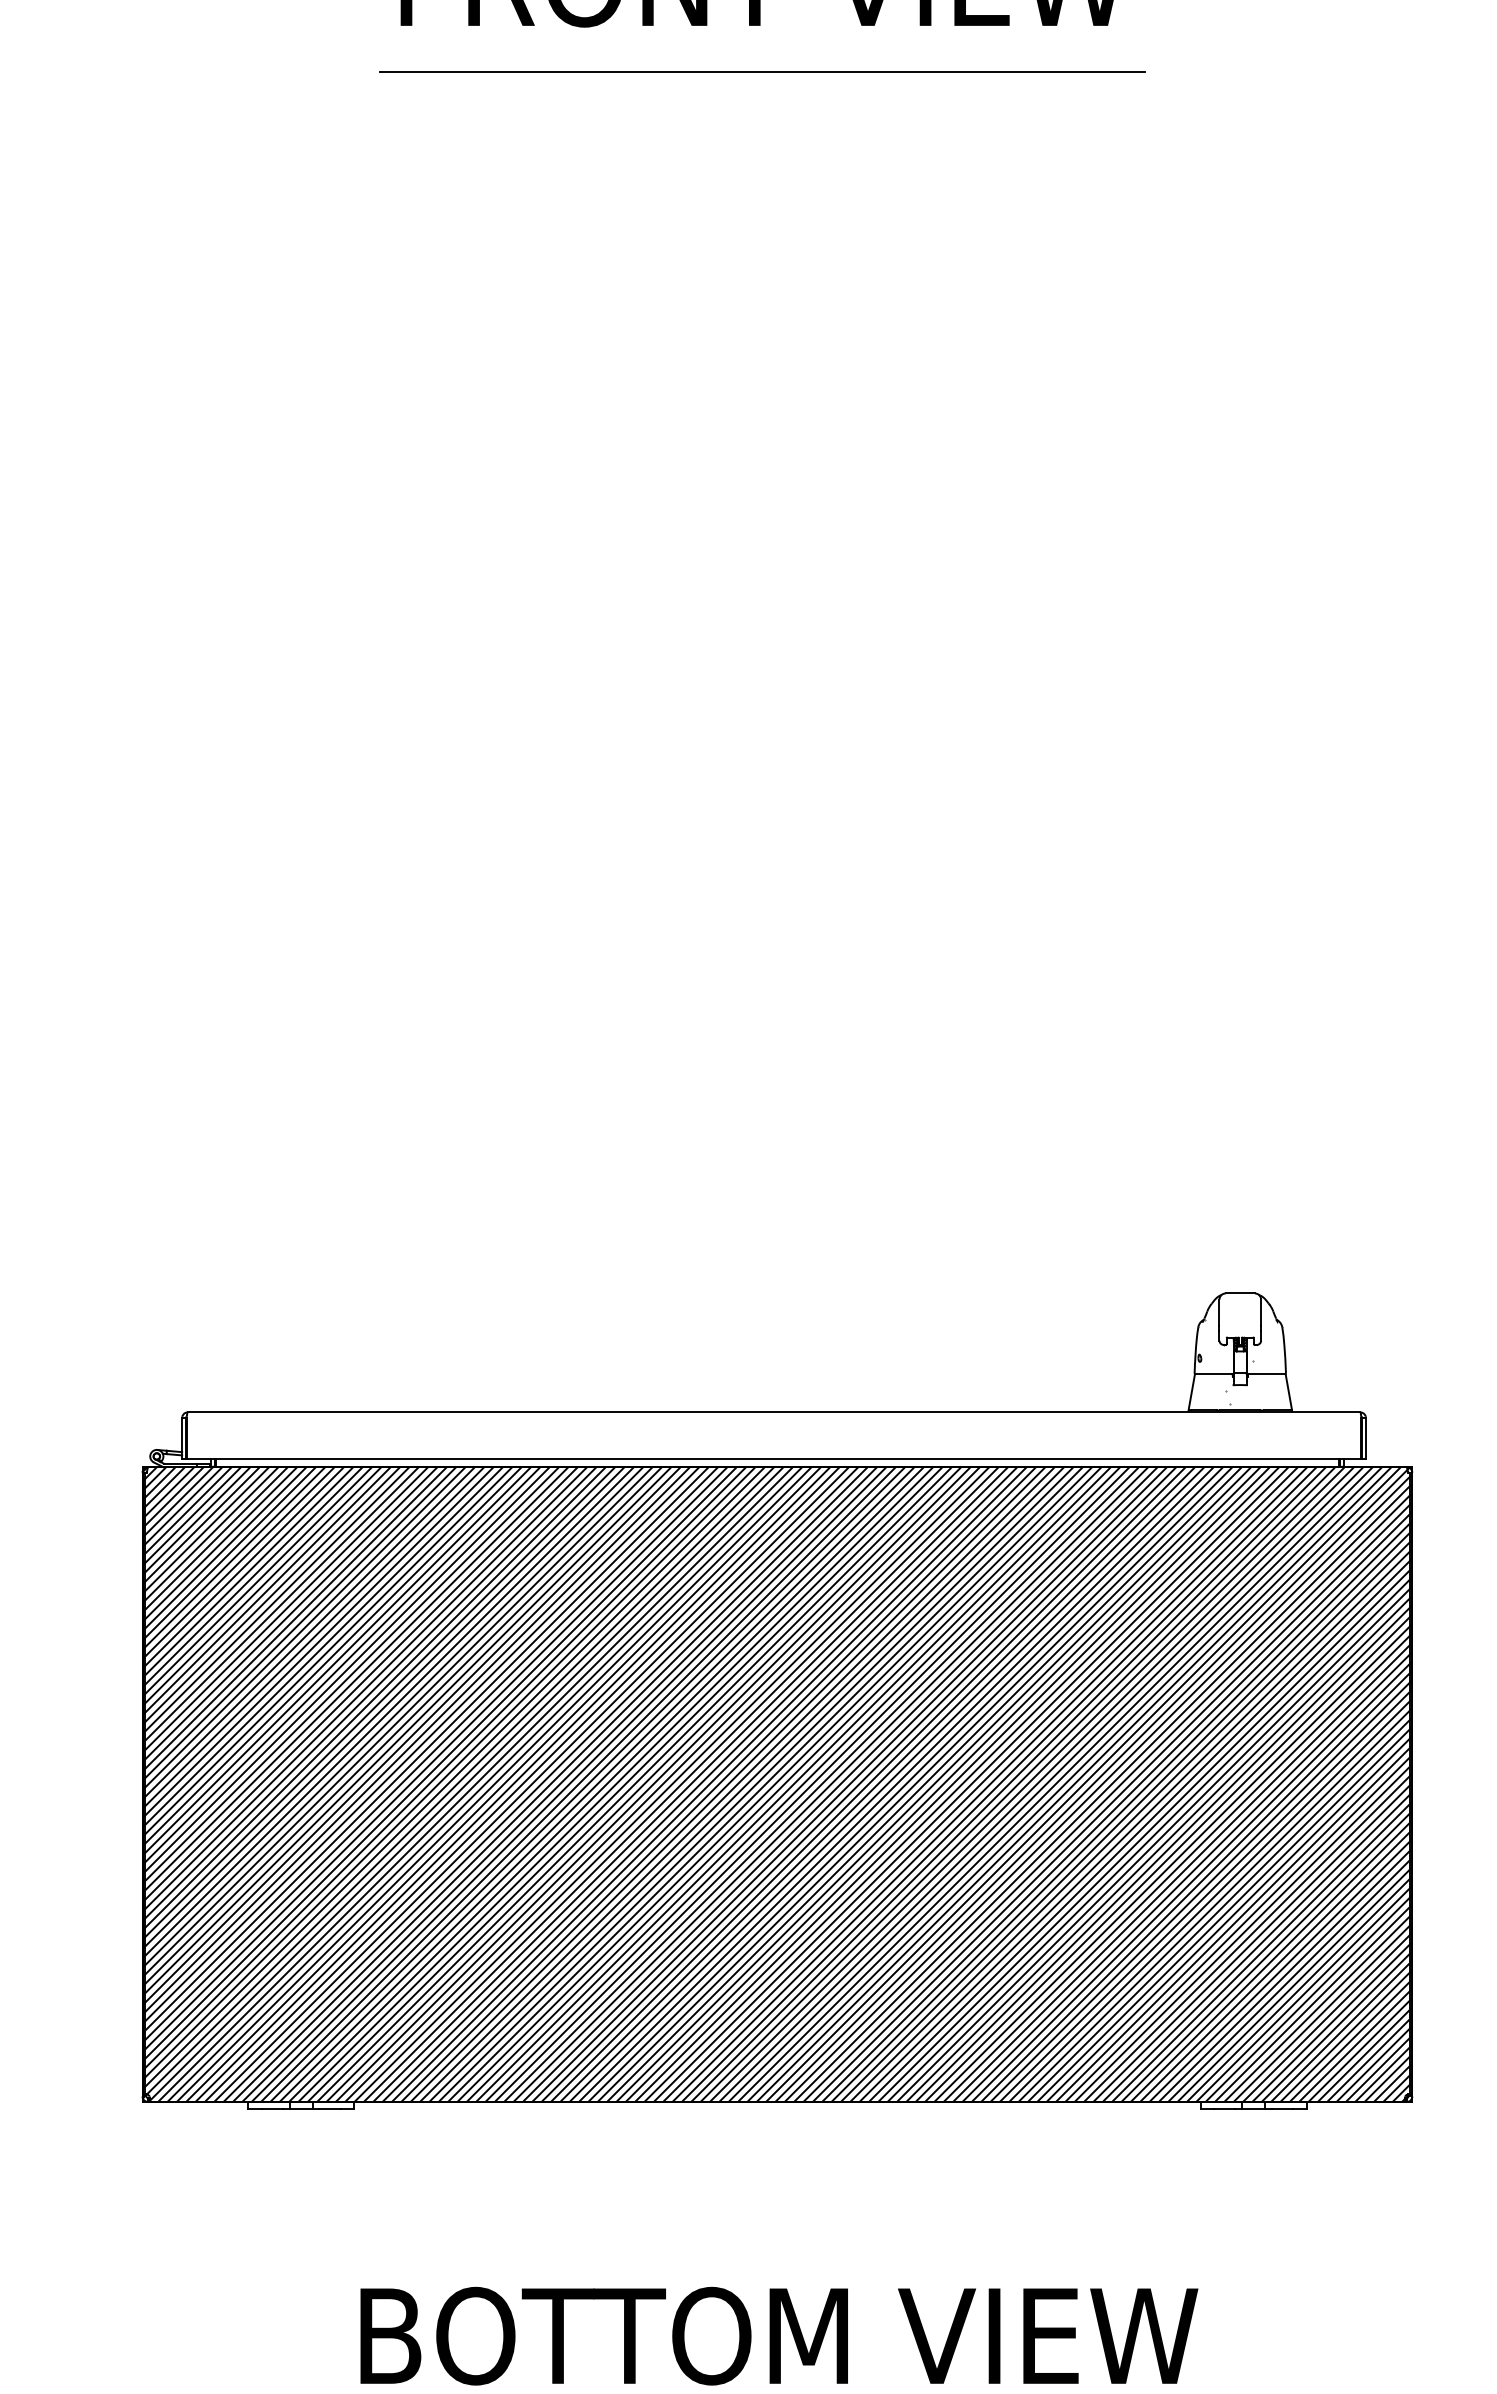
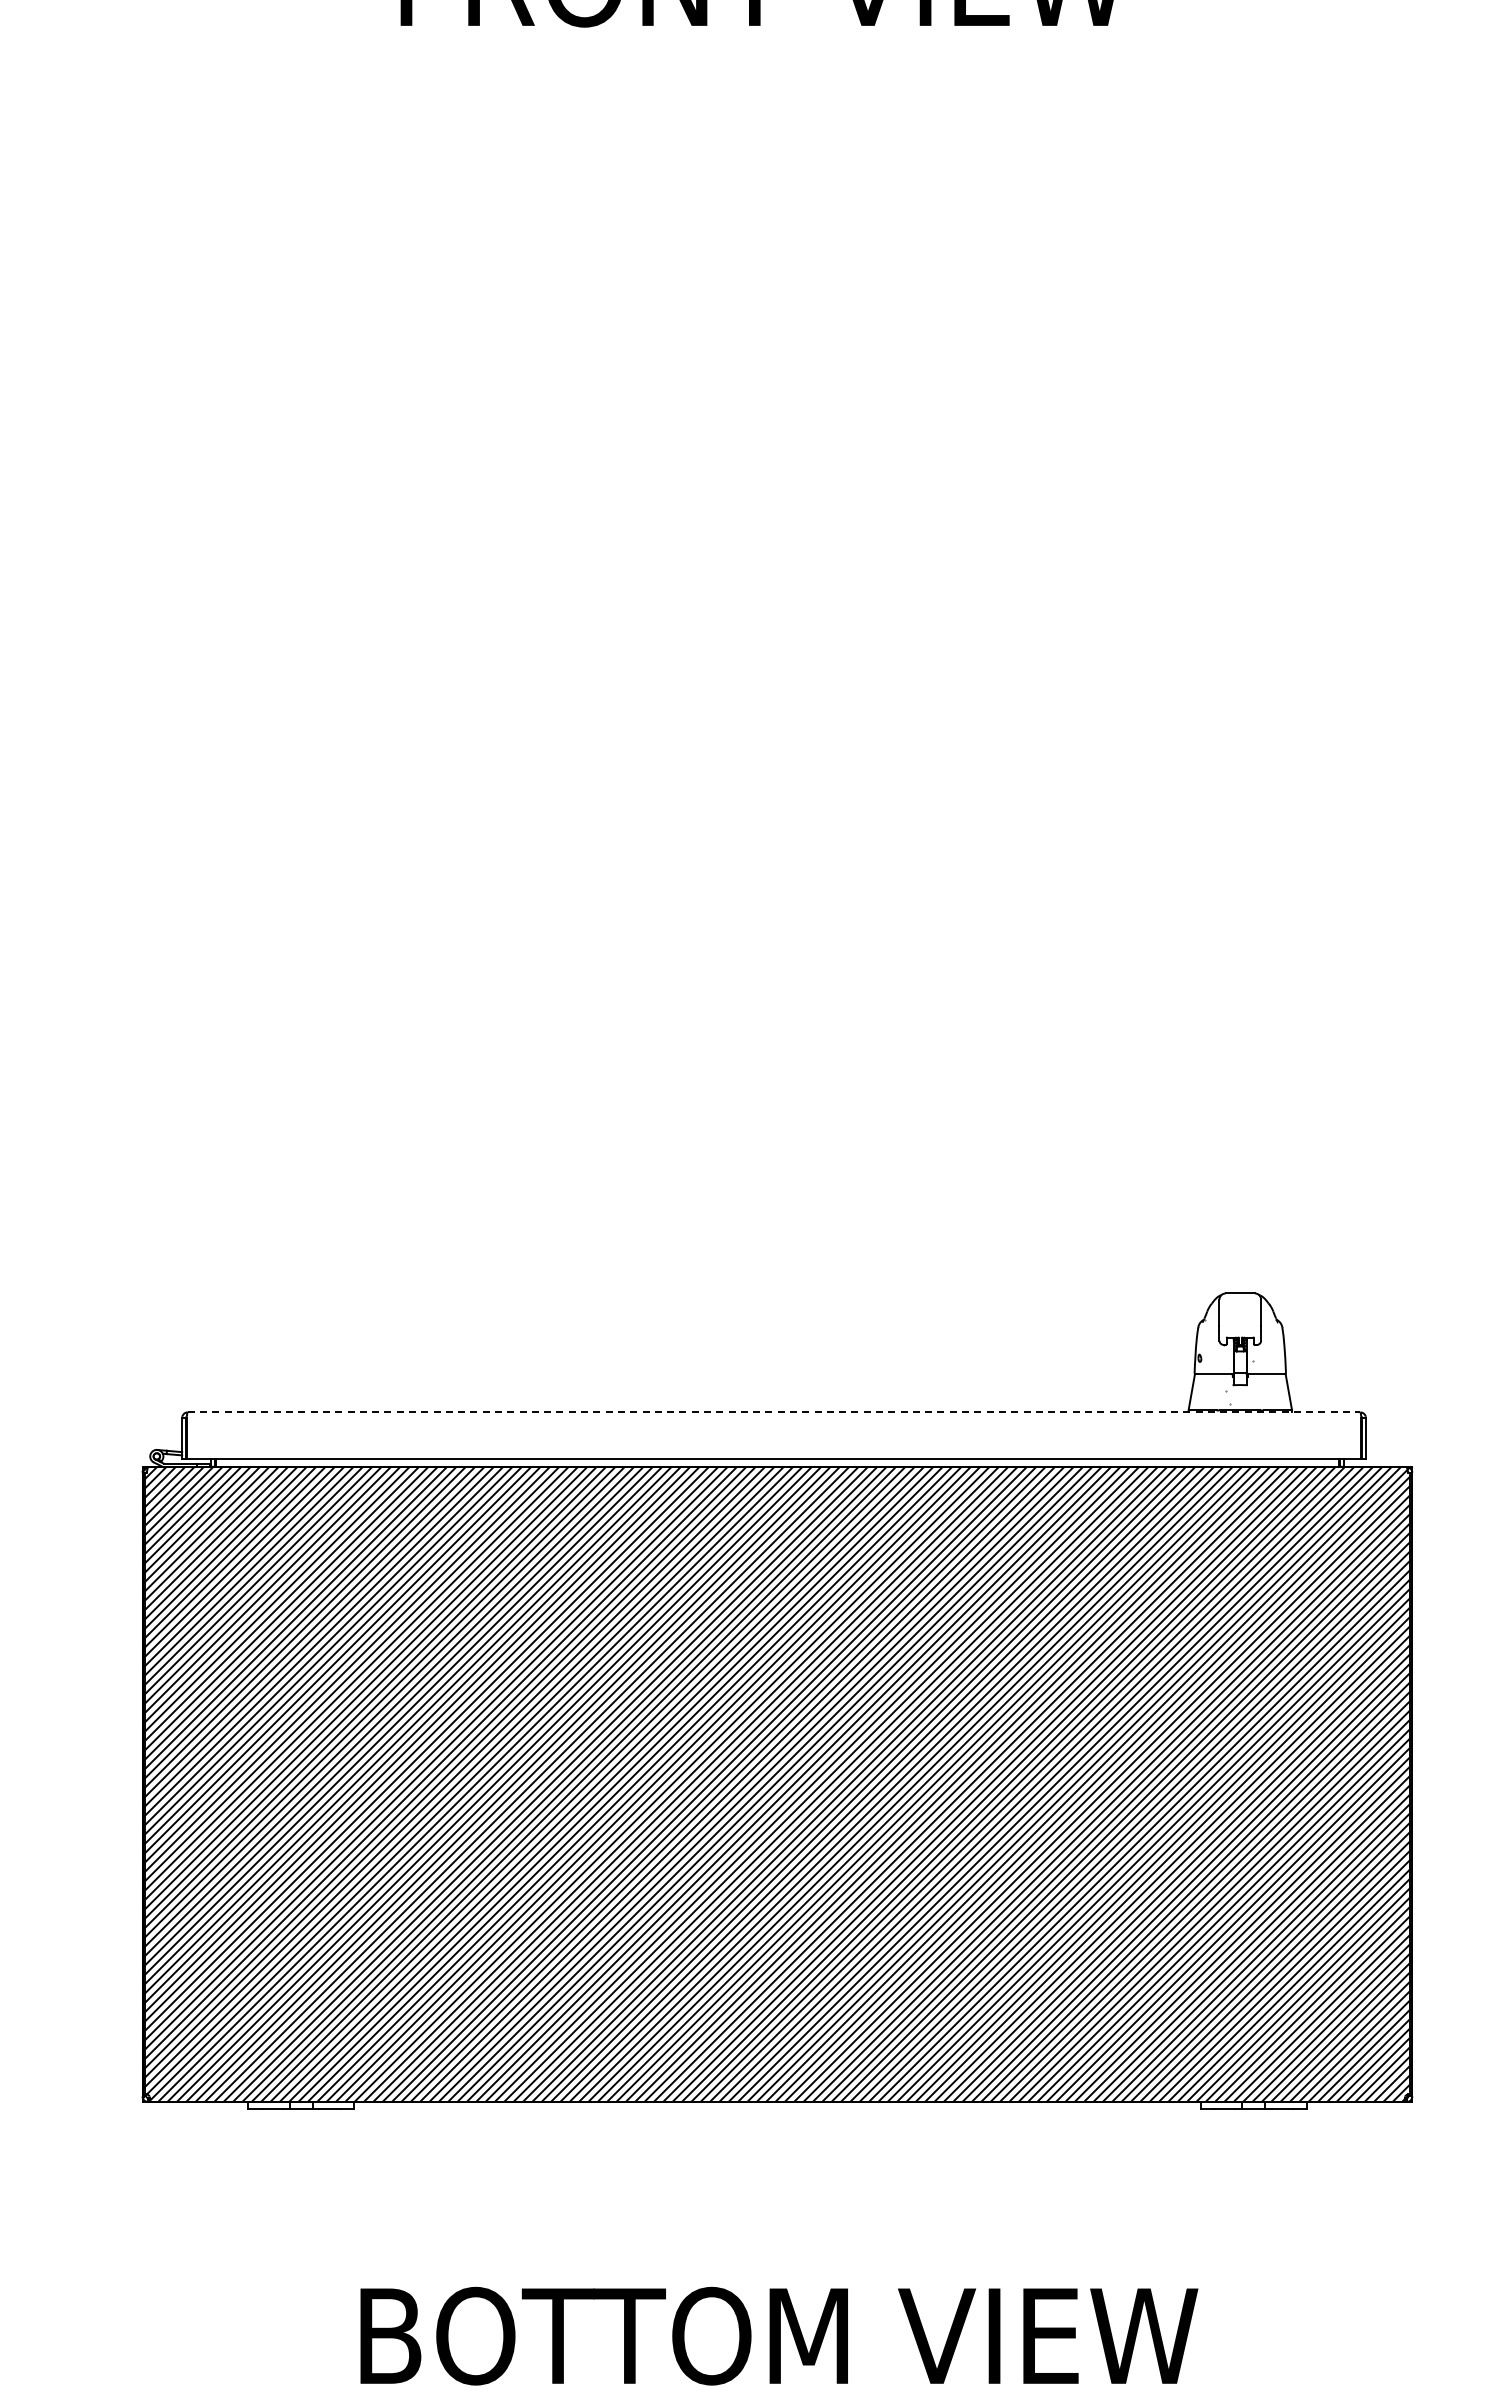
line at (762, 72): present -> none
line at (774, 1412): solid -> dashed
